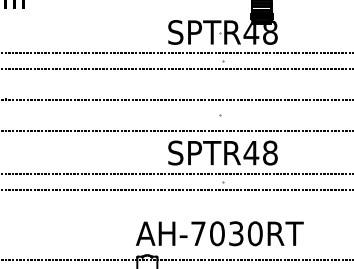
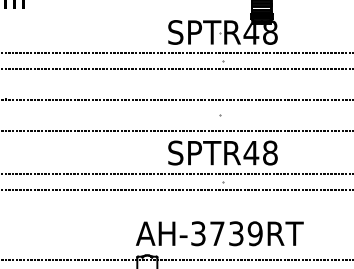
text at (226, 233): AH-7030RT -> AH-3739RT
